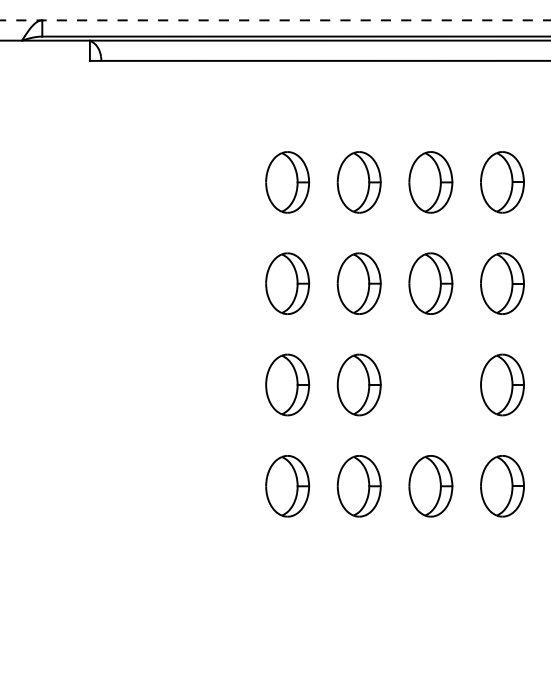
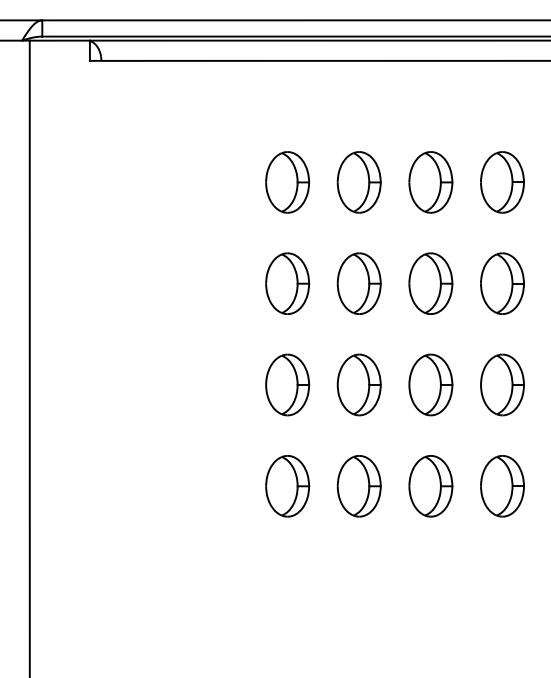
line at (275, 20): dashed -> solid
line at (29, 357): none -> present
part at (430, 384): none -> present
